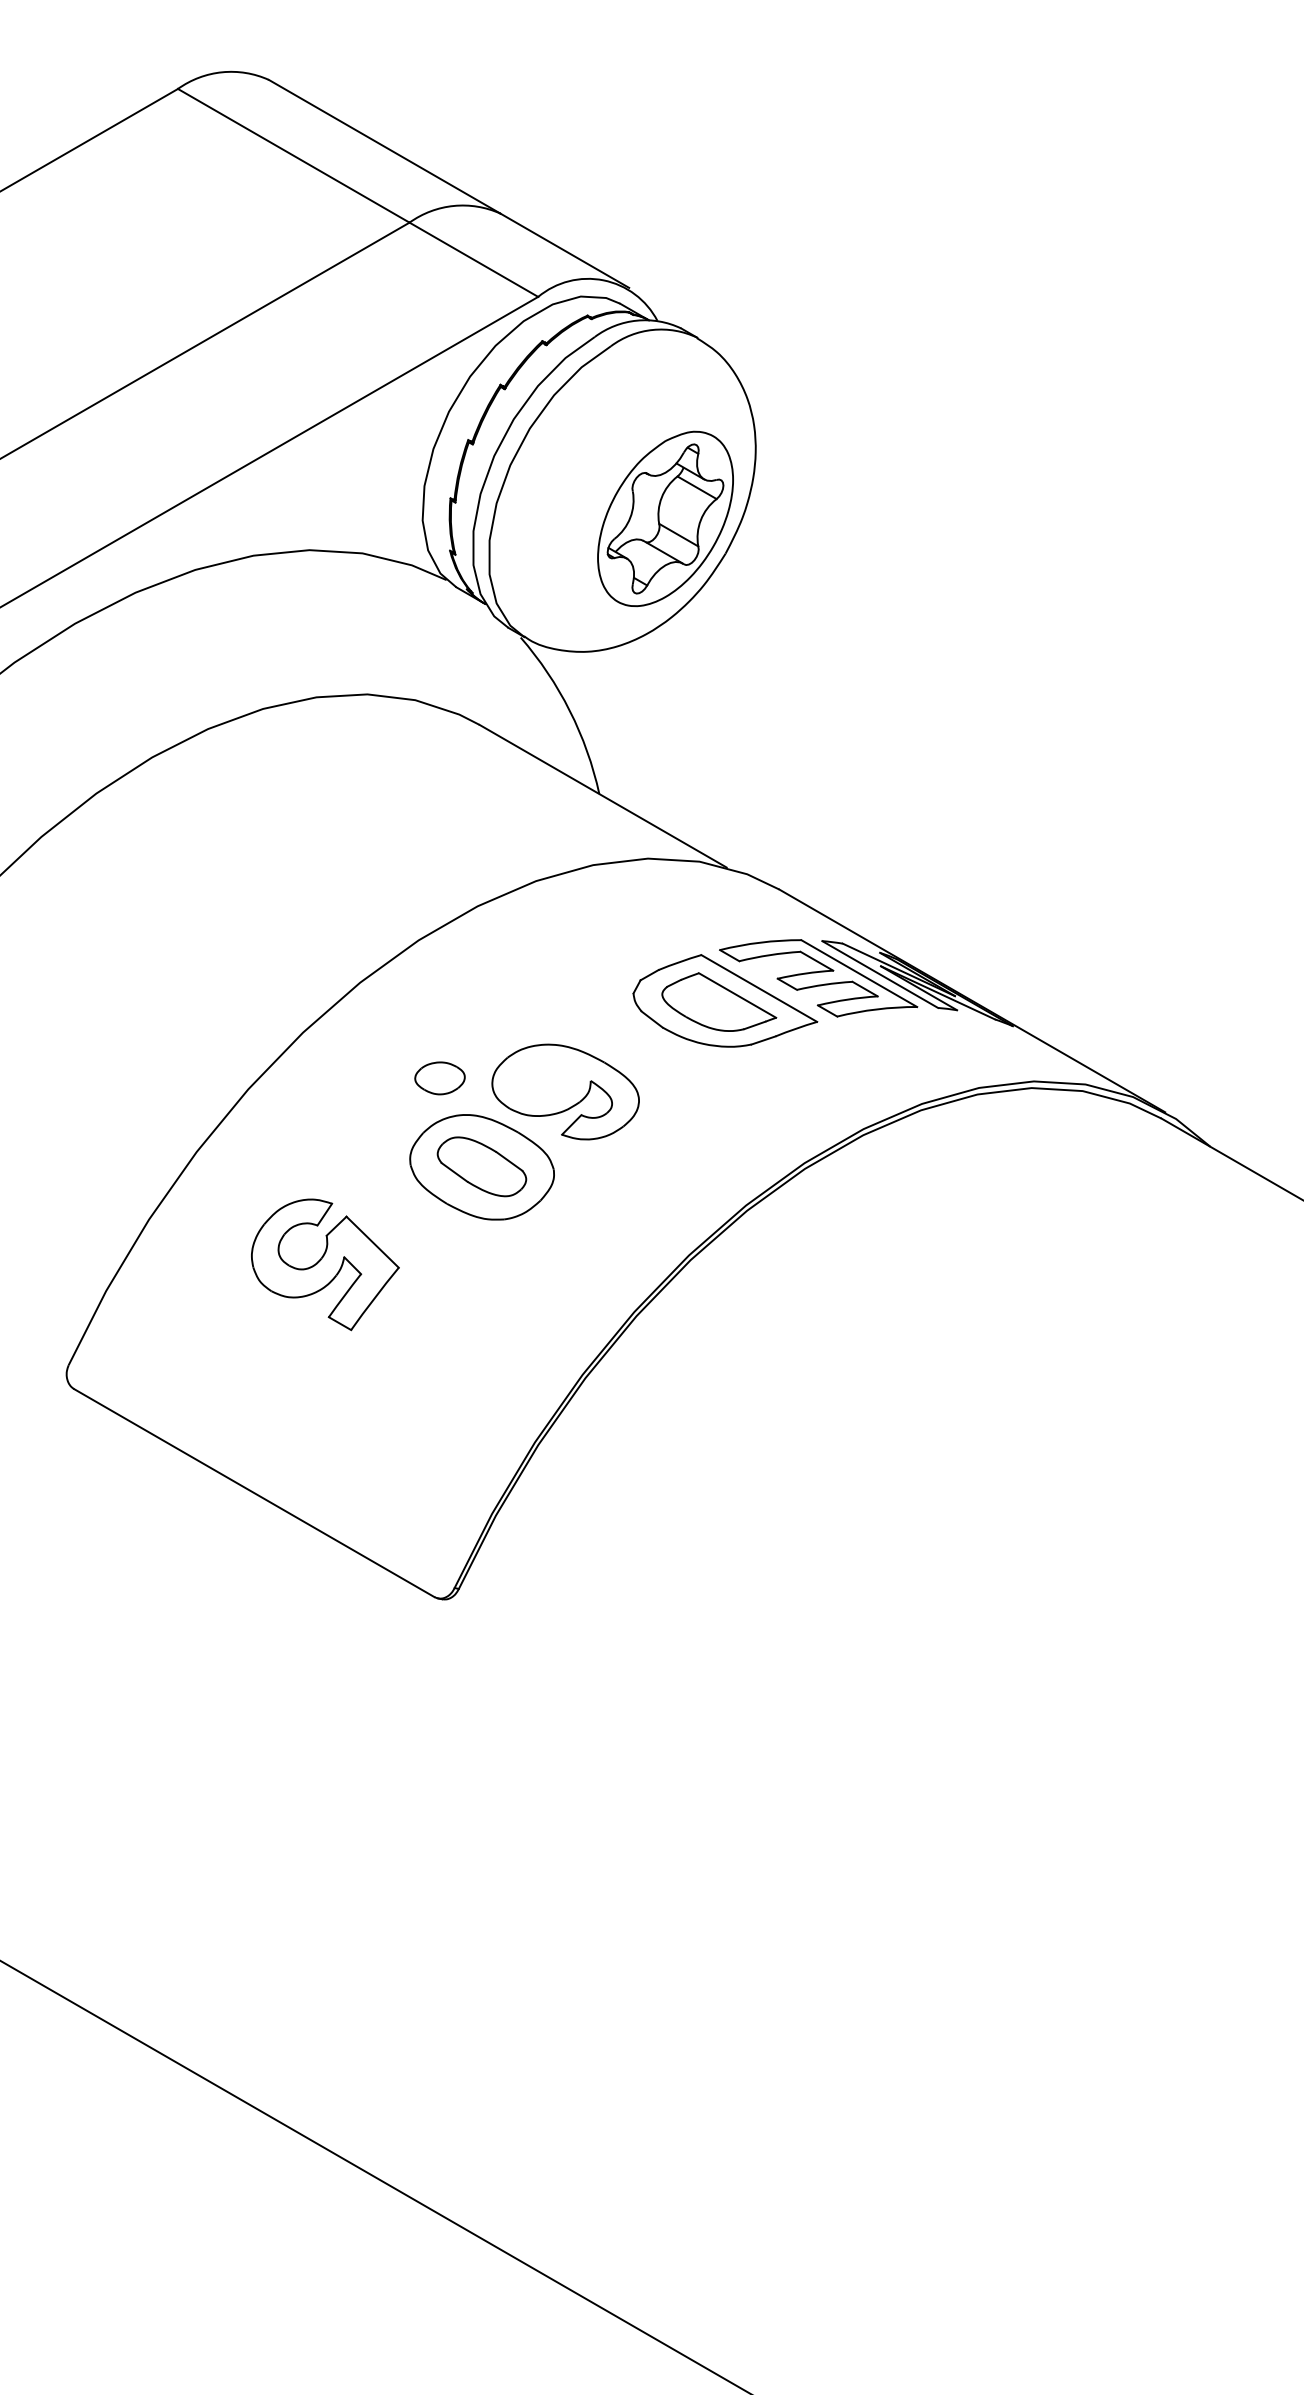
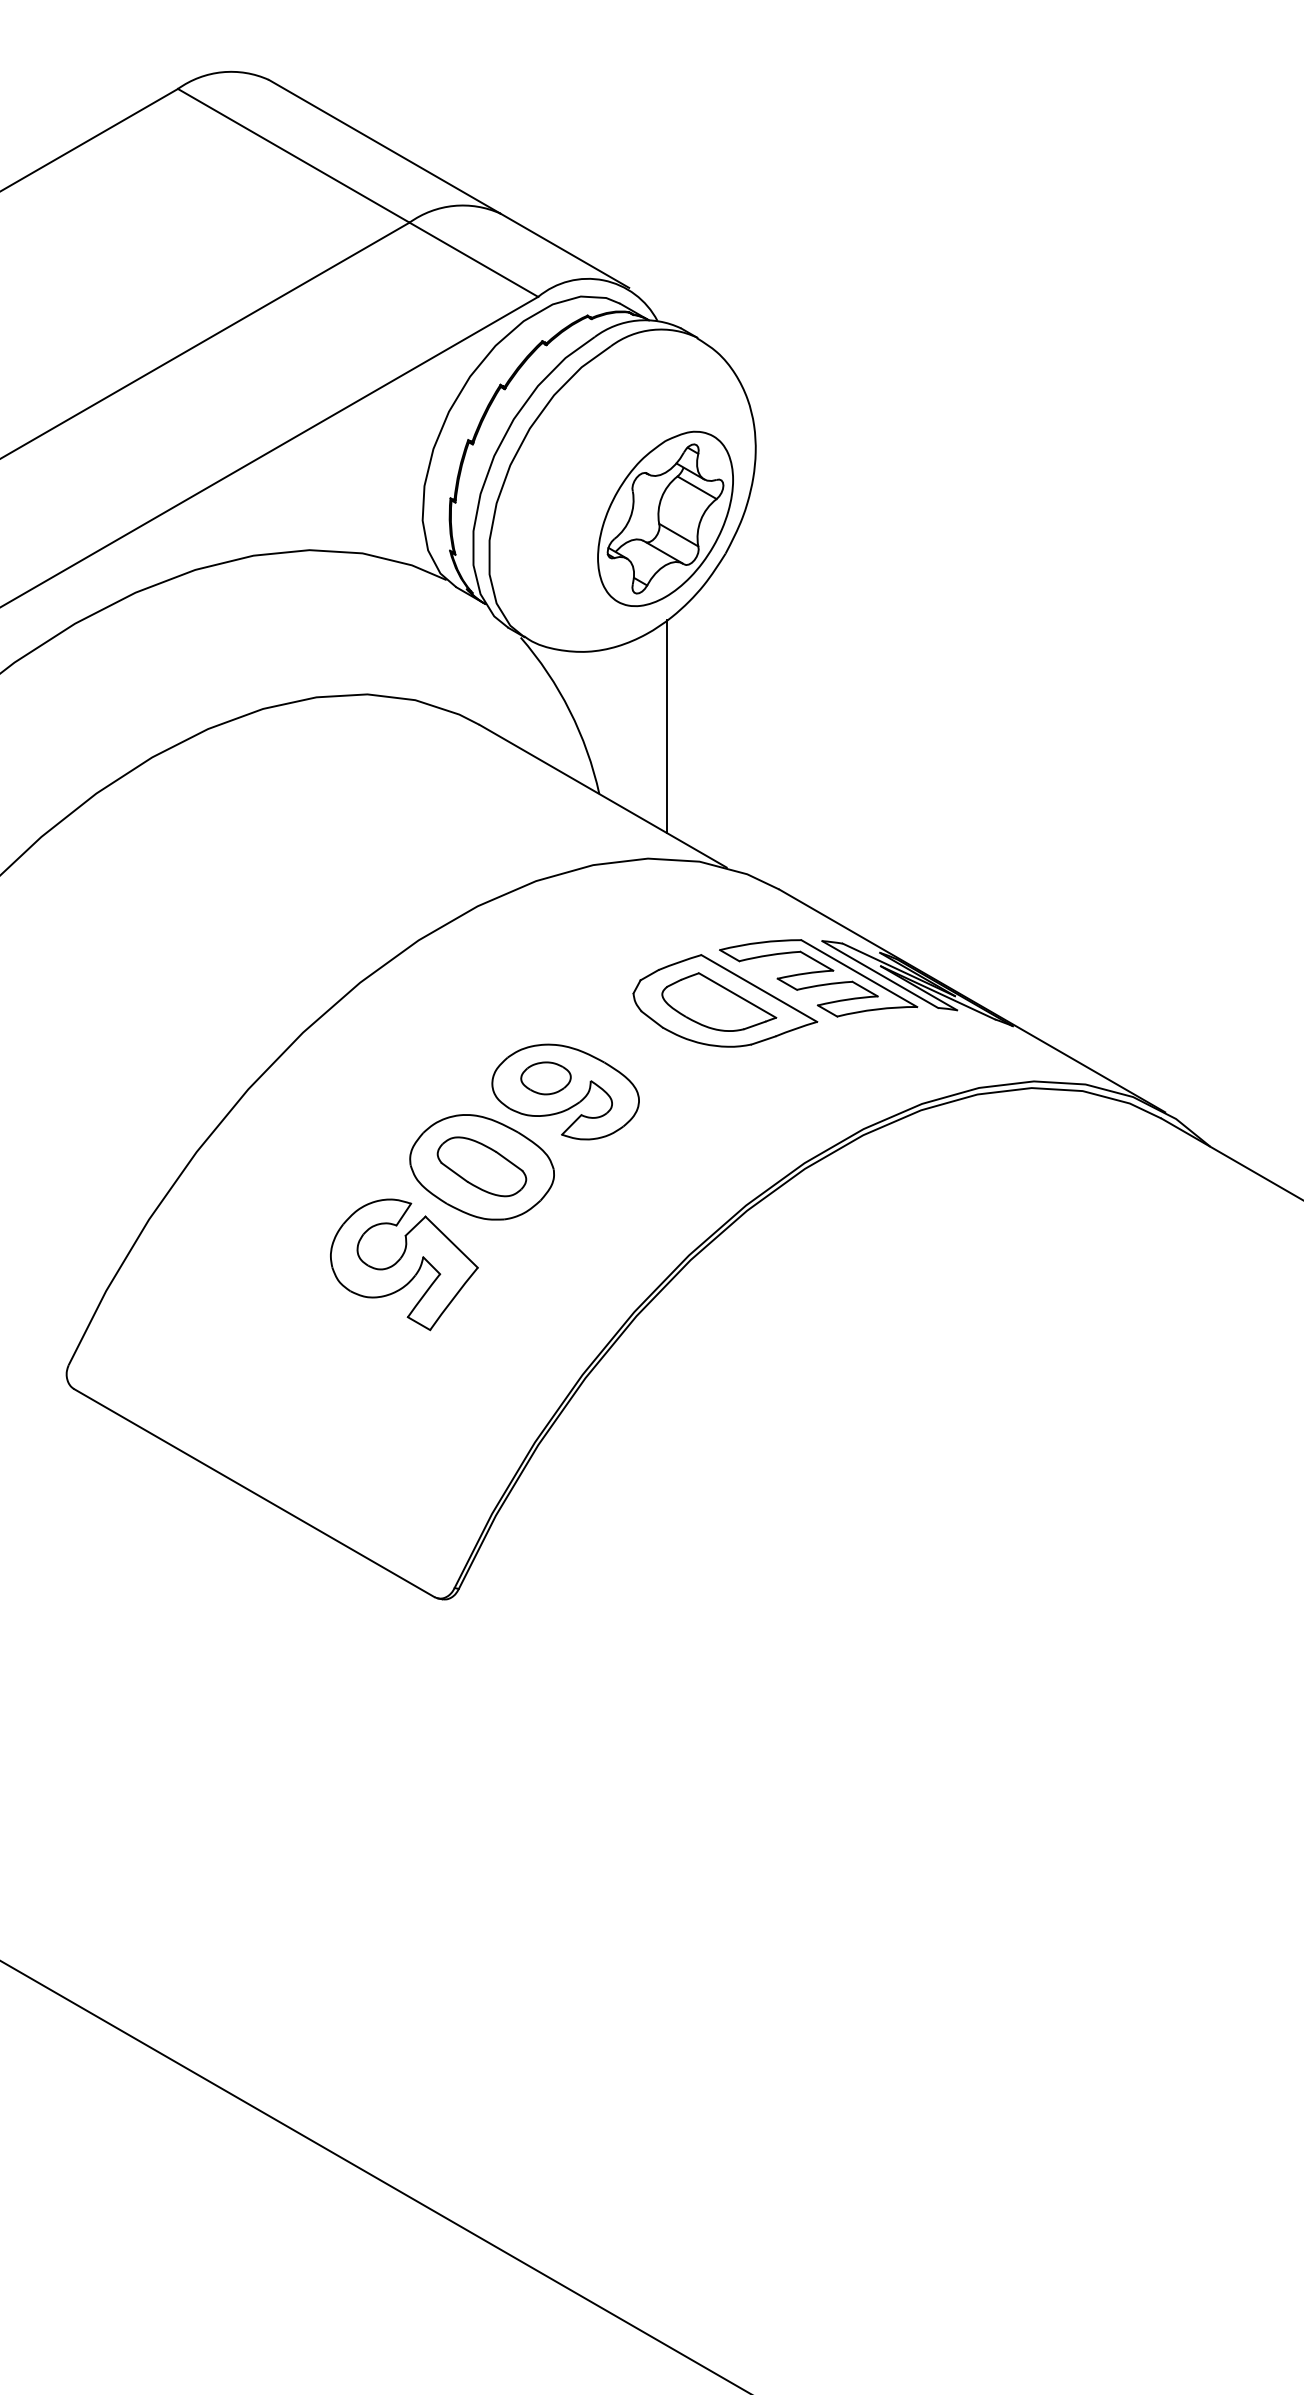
line at (666, 726): none -> present
part at (439, 1078) position: (439, 1078) -> (545, 1078)
part at (325, 1264) position: (325, 1264) -> (404, 1264)
